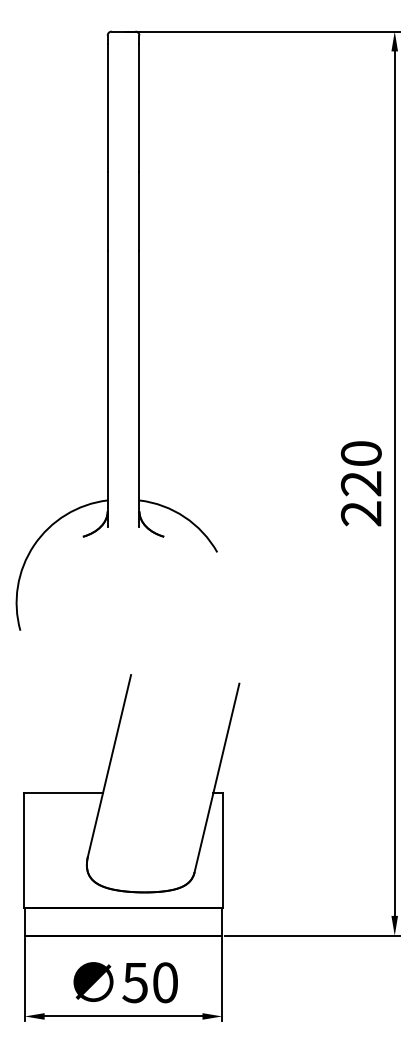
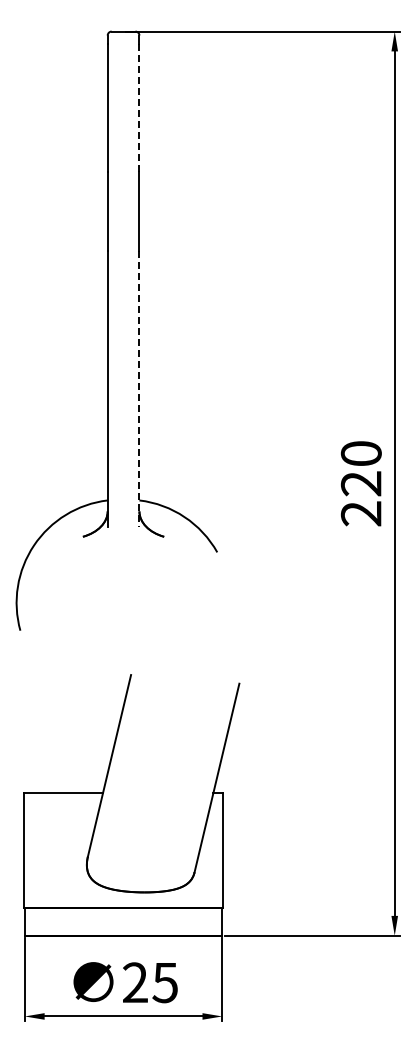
line at (139, 107): solid -> dashed
line at (139, 389): solid -> dashed
text at (149, 982): 50 -> 25
